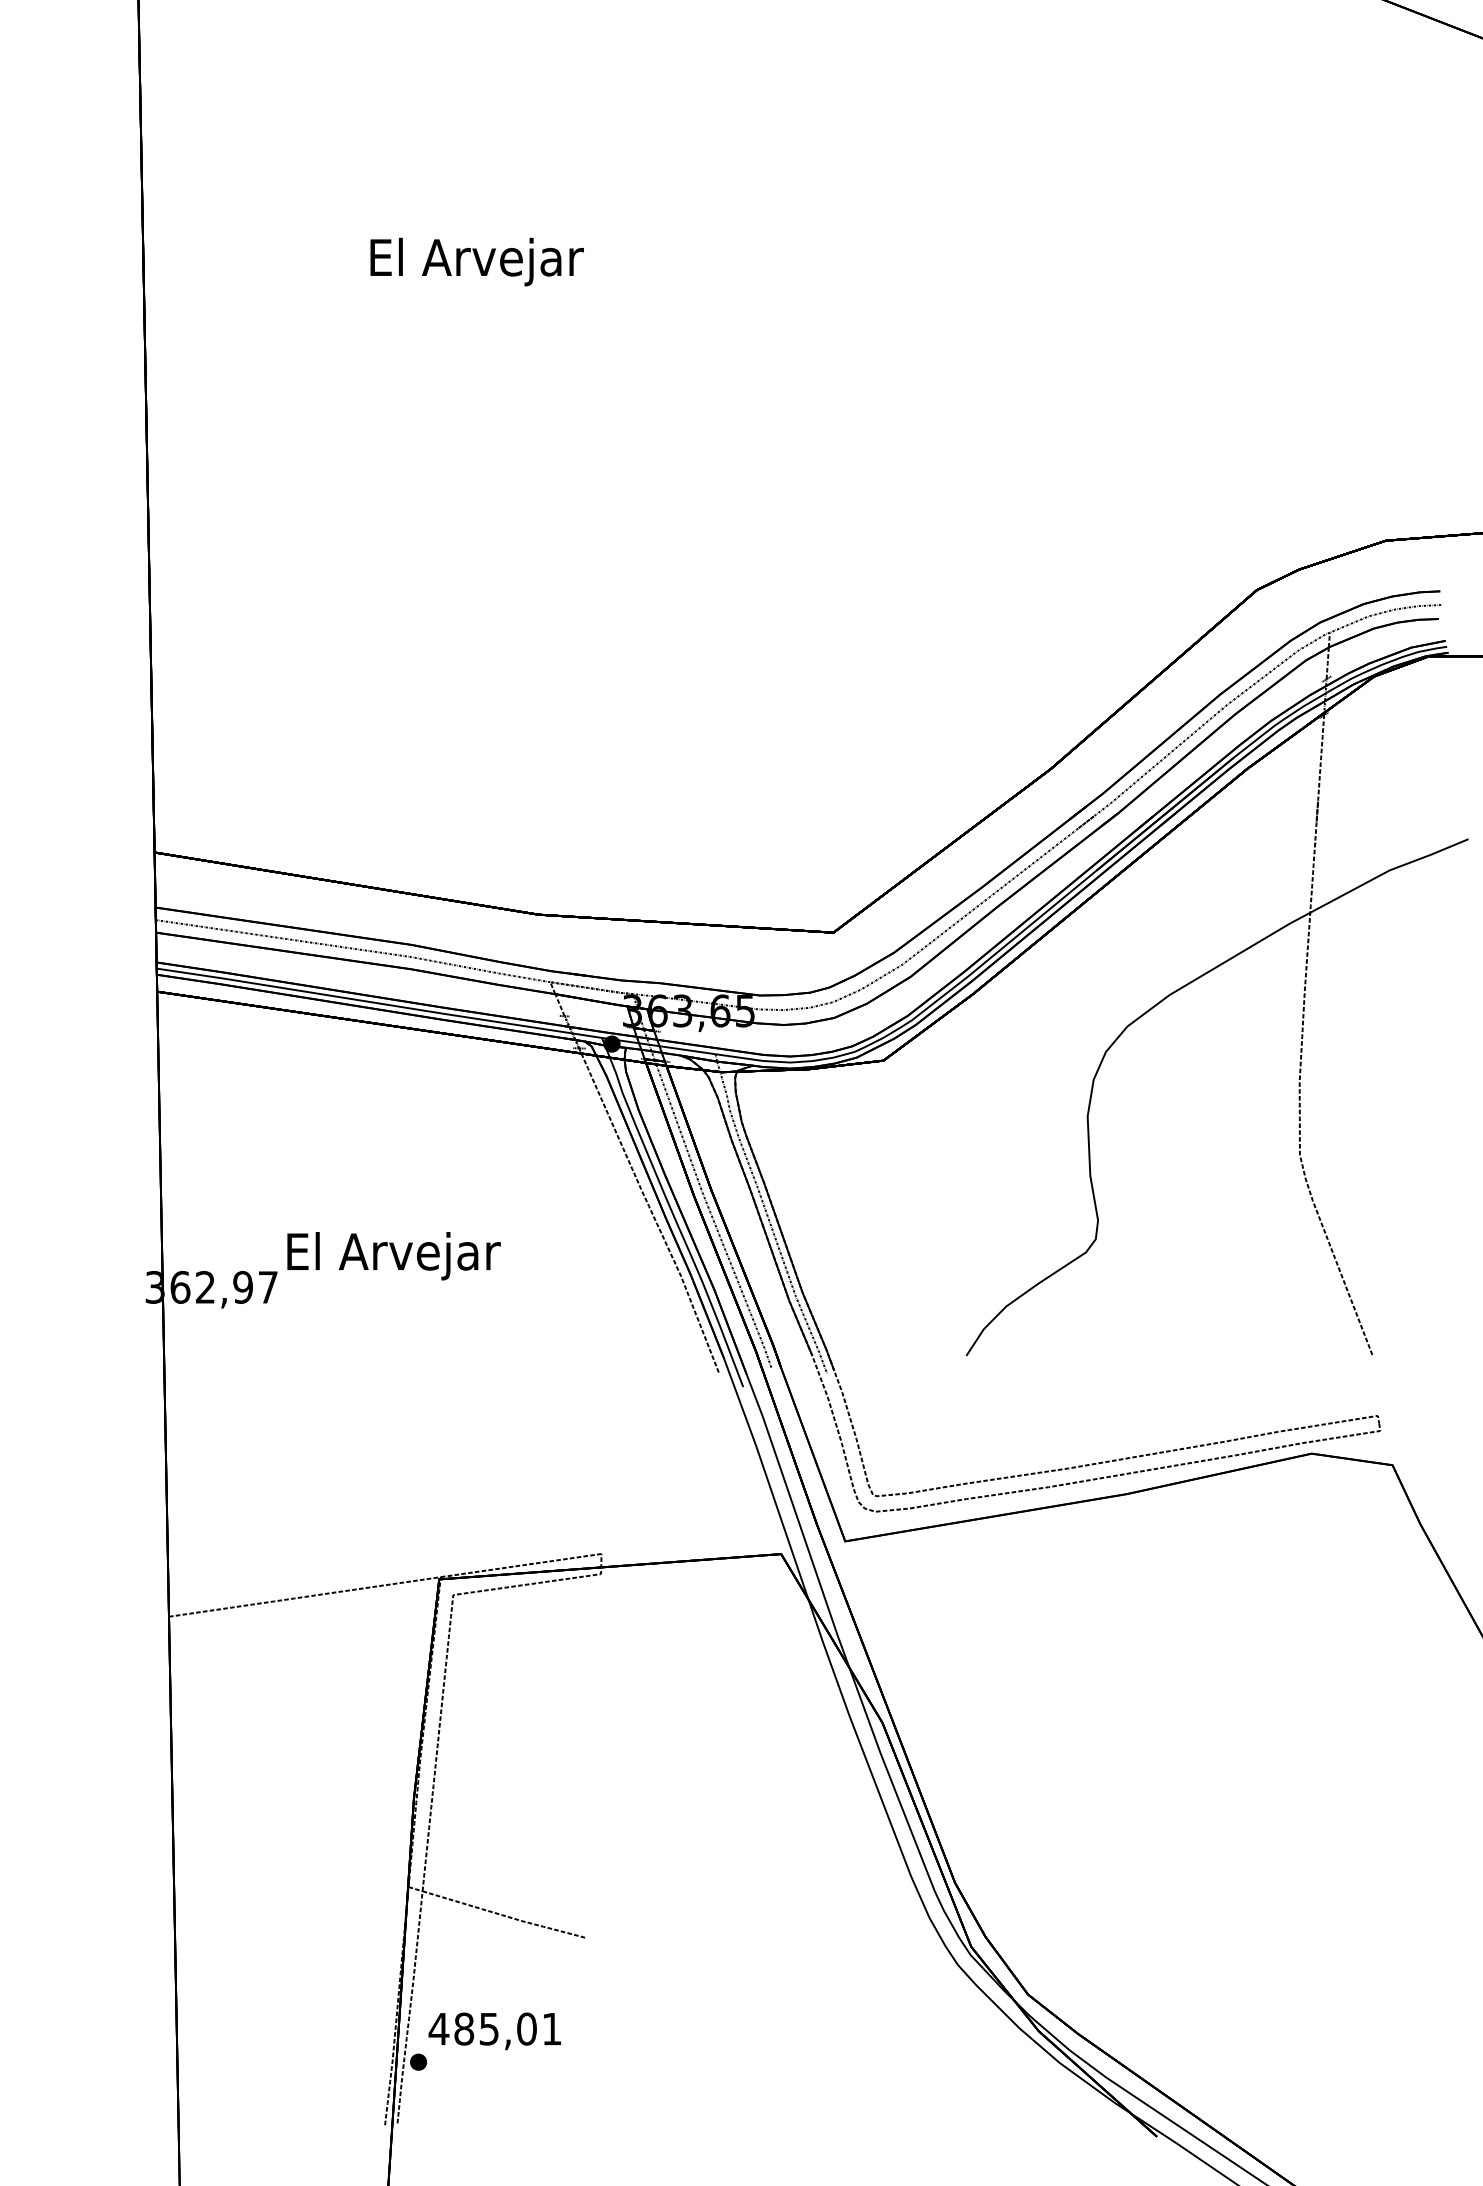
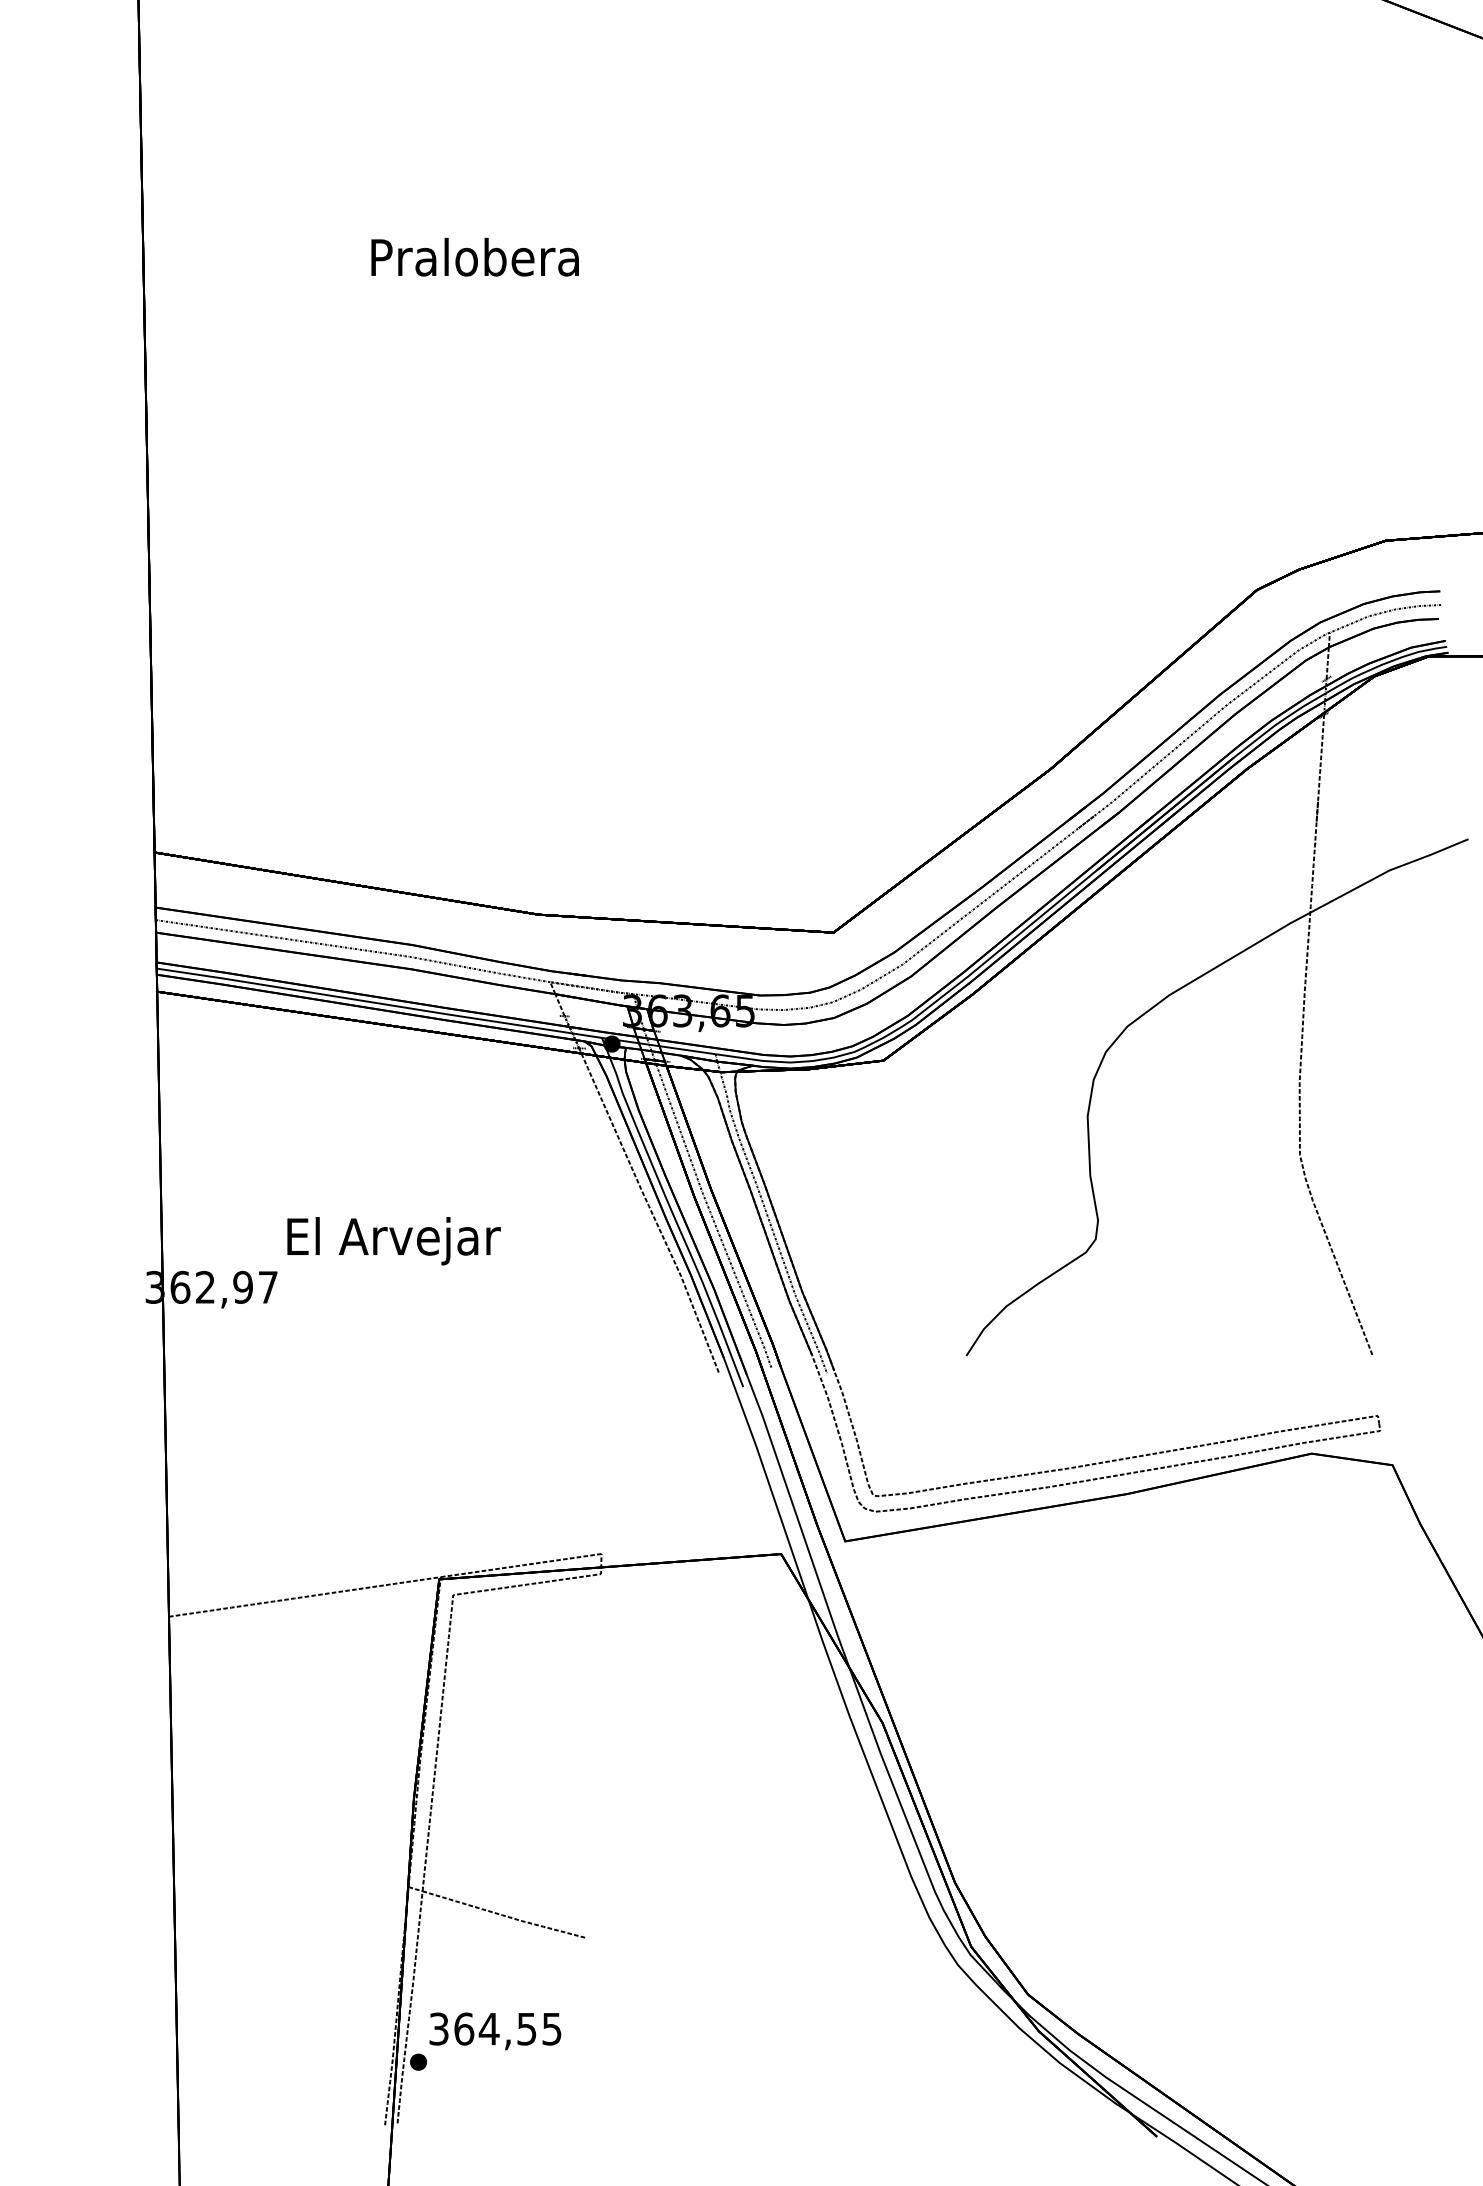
text at (476, 261): El Arvejar -> Pralobera
text at (393, 1256) position: (393, 1256) -> (393, 1241)
text at (494, 2028): 485,01 -> 364,55
